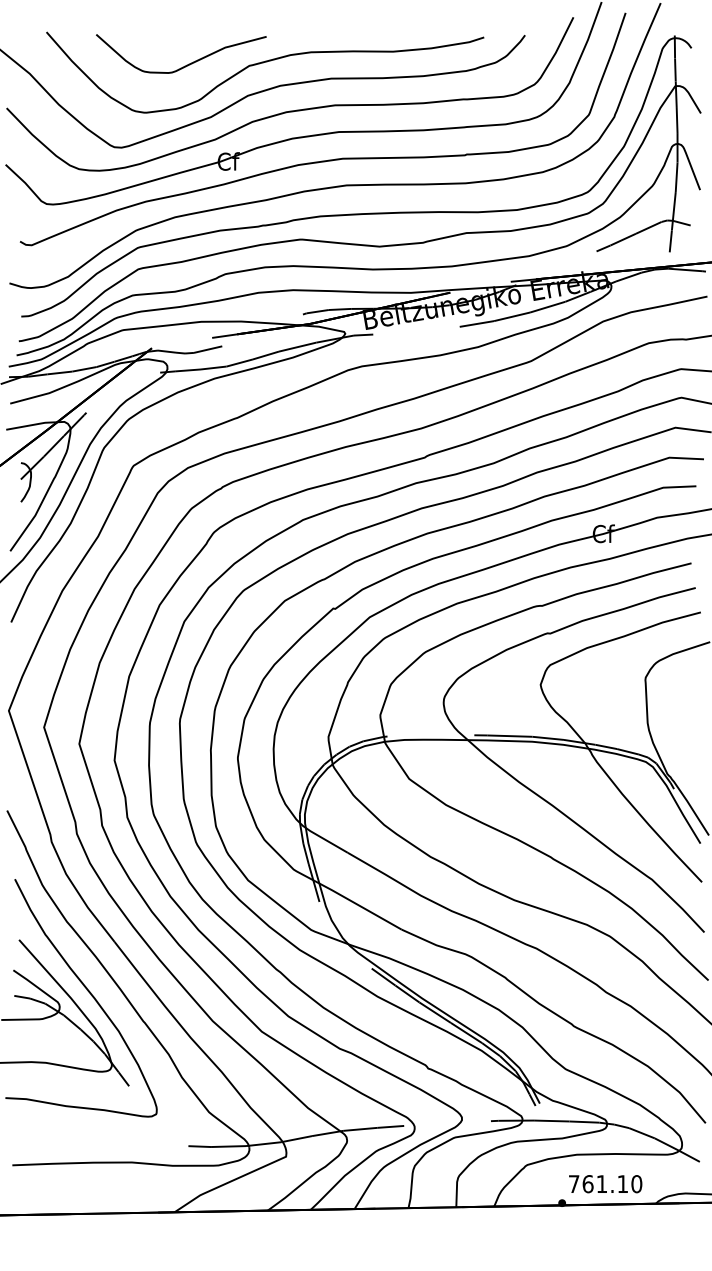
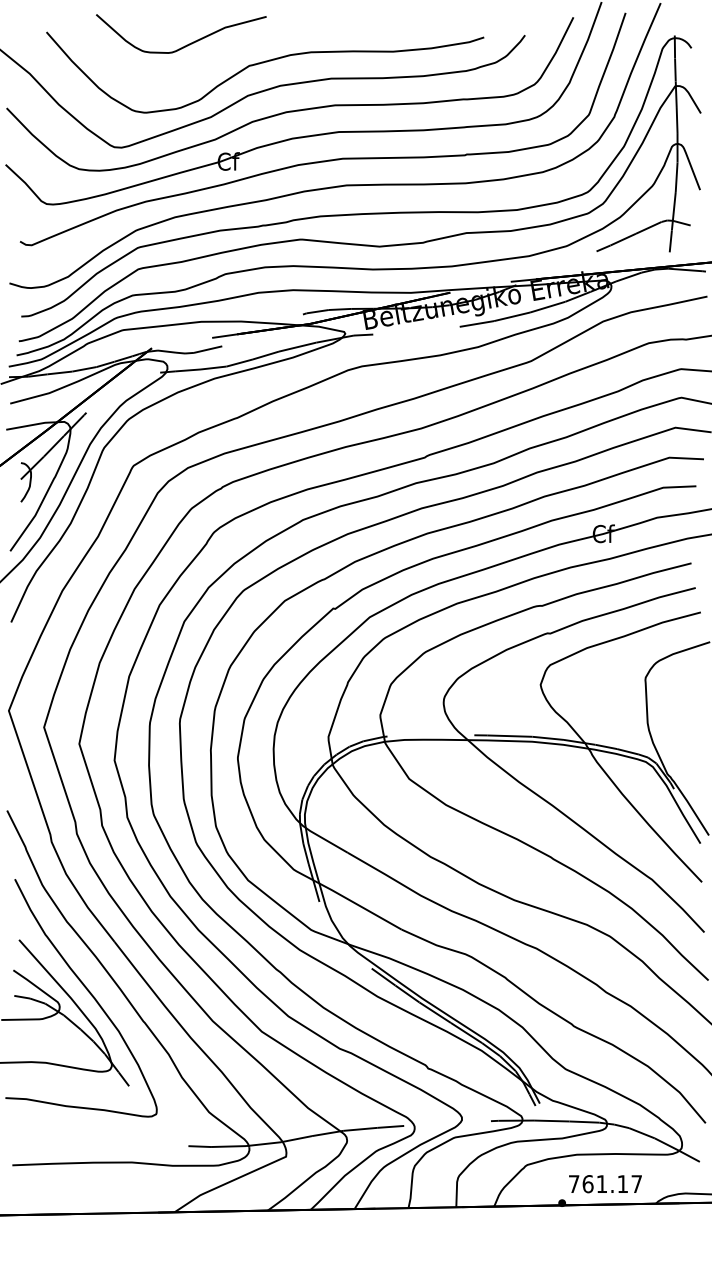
curve at (184, 65) position: (184, 65) -> (184, 45)
text at (636, 1184): 761.10 -> 761.17
